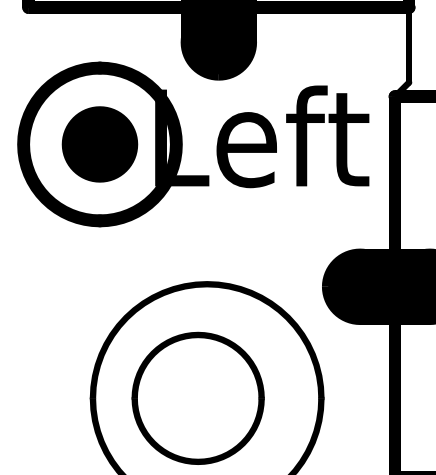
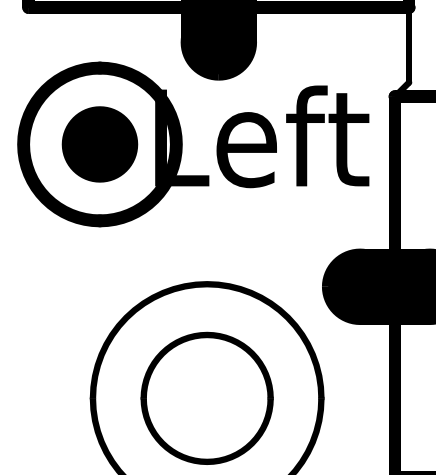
part at (197, 397) position: (197, 397) -> (206, 397)
